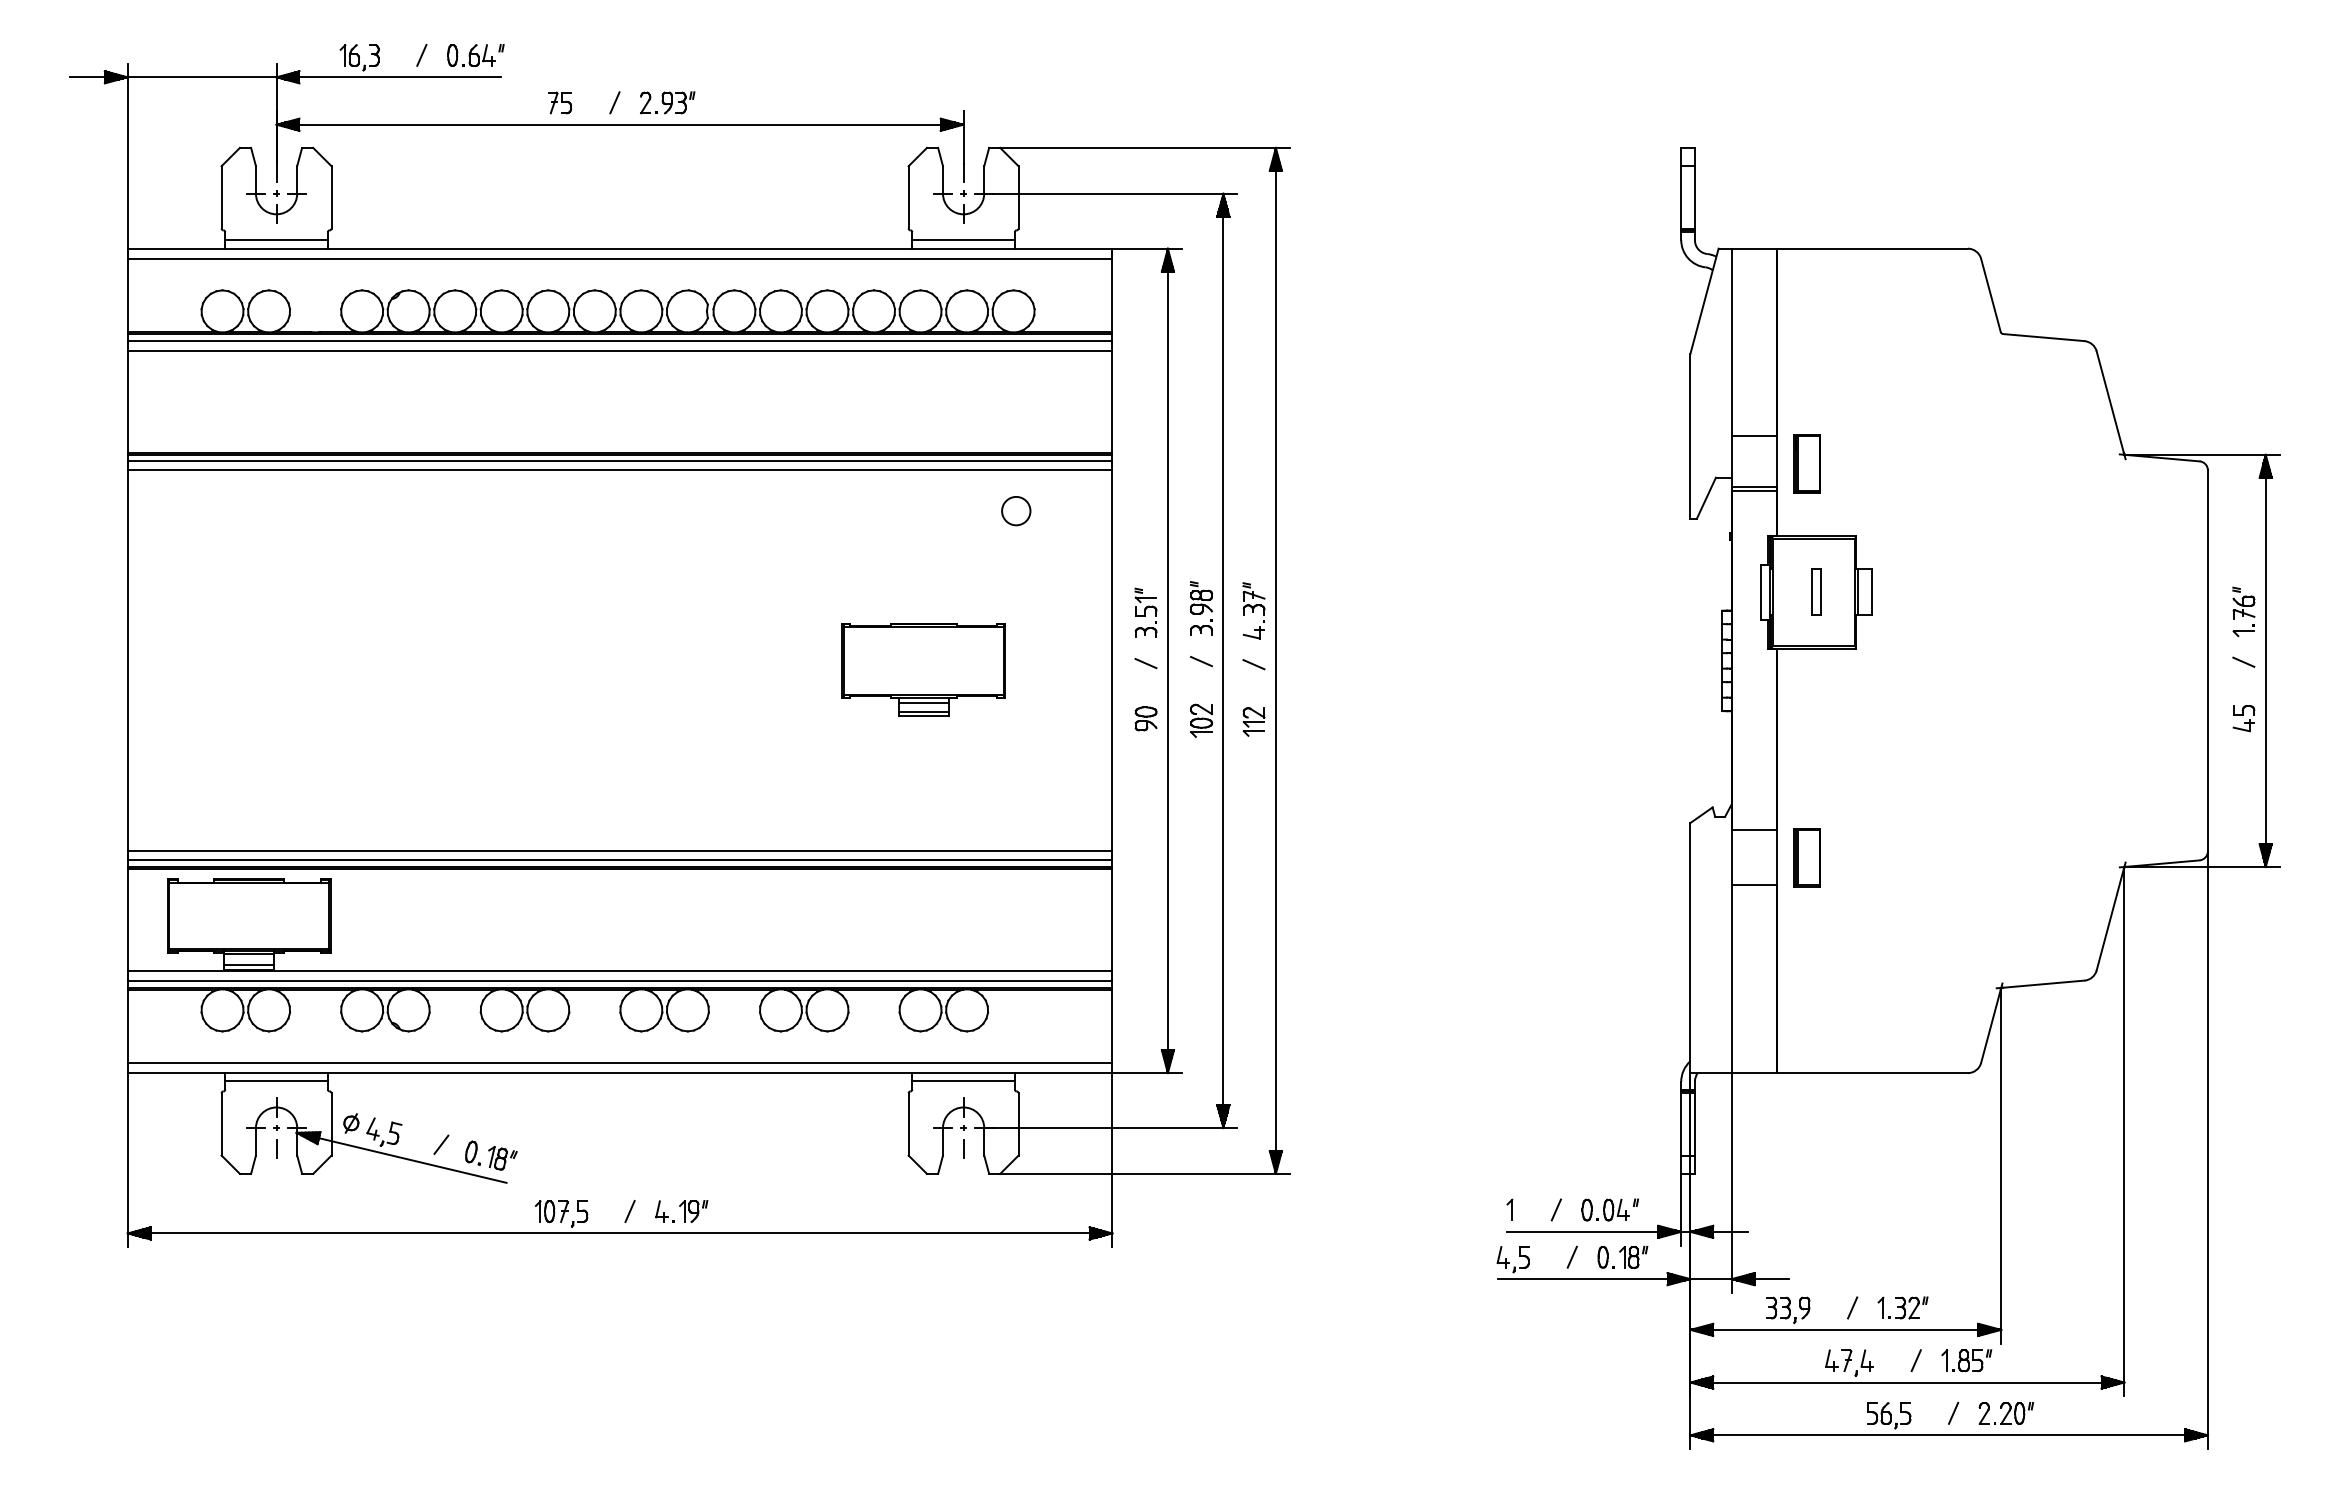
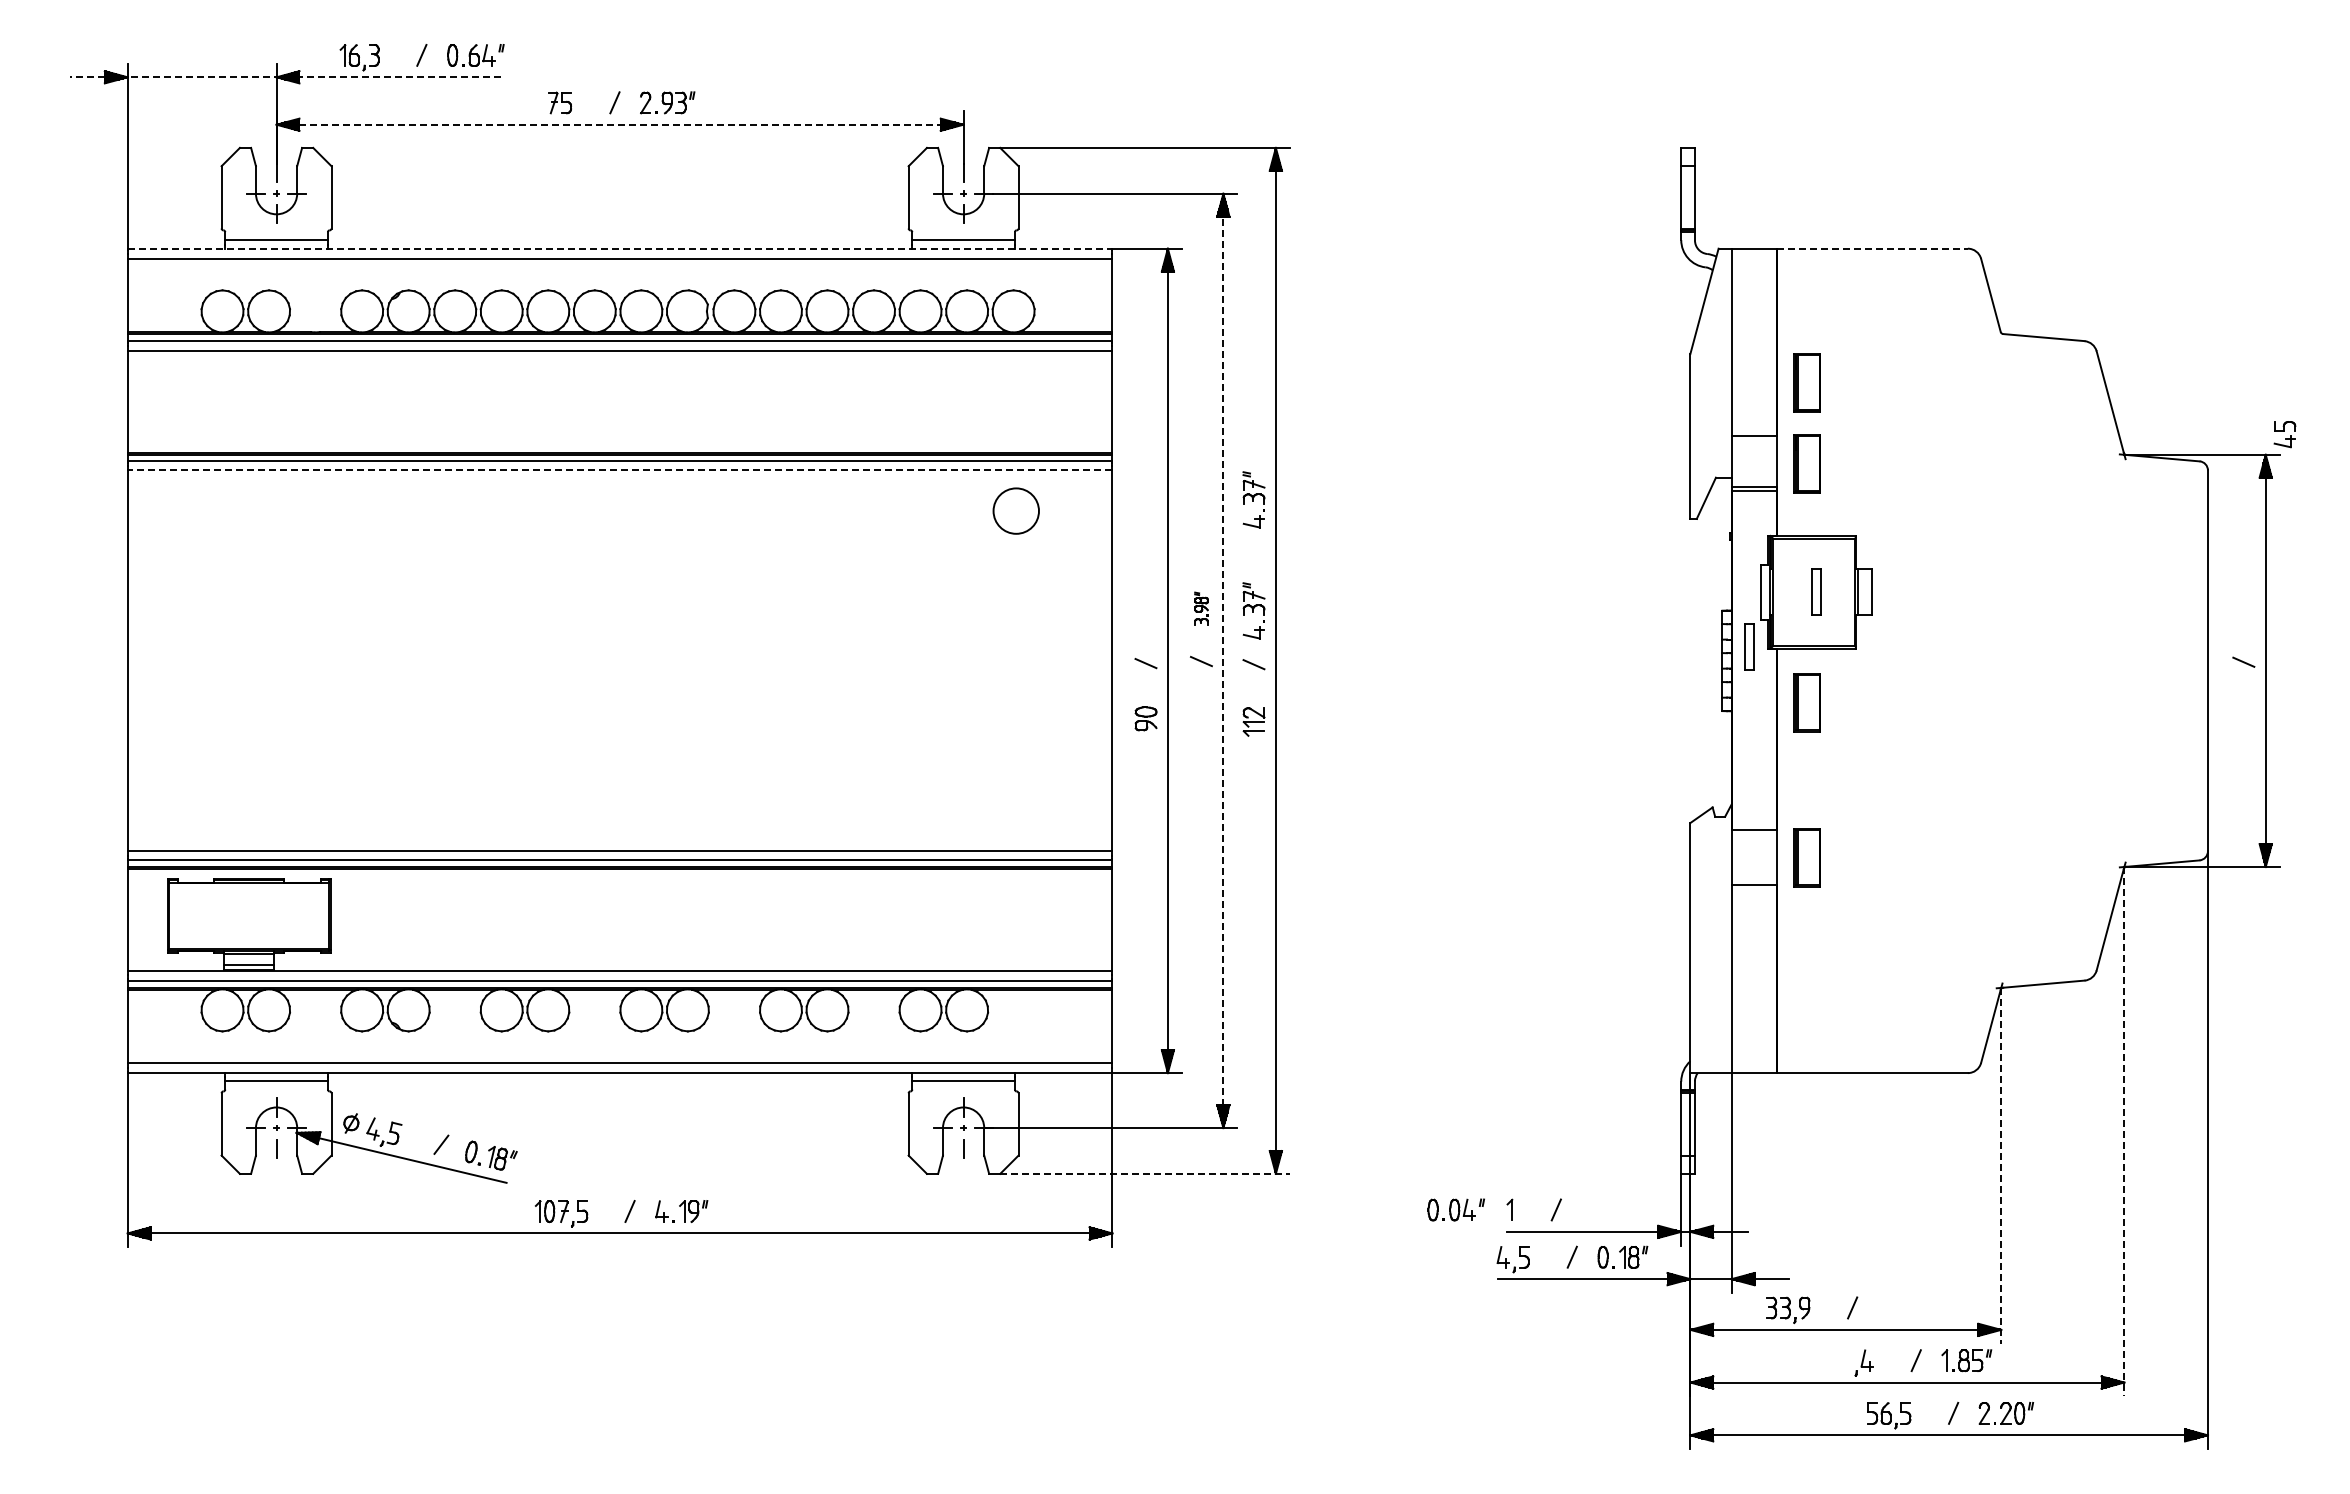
line at (285, 77): solid -> dashed
line at (620, 124): solid -> dashed
line at (620, 248): solid -> dashed
line at (1873, 248): solid -> dashed
part at (1806, 382): none -> present
line at (619, 470): solid -> dashed
part at (1253, 499): none -> present
circle at (1016, 510) diameter: 28 px -> 45 px
part at (1201, 608) size: 23x55 px -> 15x35 px
part at (2243, 611): present -> none
part at (1145, 612): present -> none
part at (1749, 646): none -> present
line at (1223, 660): solid -> dashed
part at (923, 669): present -> none
part at (1806, 702): none -> present
part at (2243, 718) position: (2243, 718) -> (2284, 434)
part at (1201, 720): present -> none
line at (2124, 1131): solid -> dashed
line at (2001, 1165): solid -> dashed
line at (1144, 1173): solid -> dashed
part at (1609, 1209) position: (1609, 1209) -> (1455, 1209)
part at (1902, 1307): present -> none
part at (1838, 1360): present -> none
